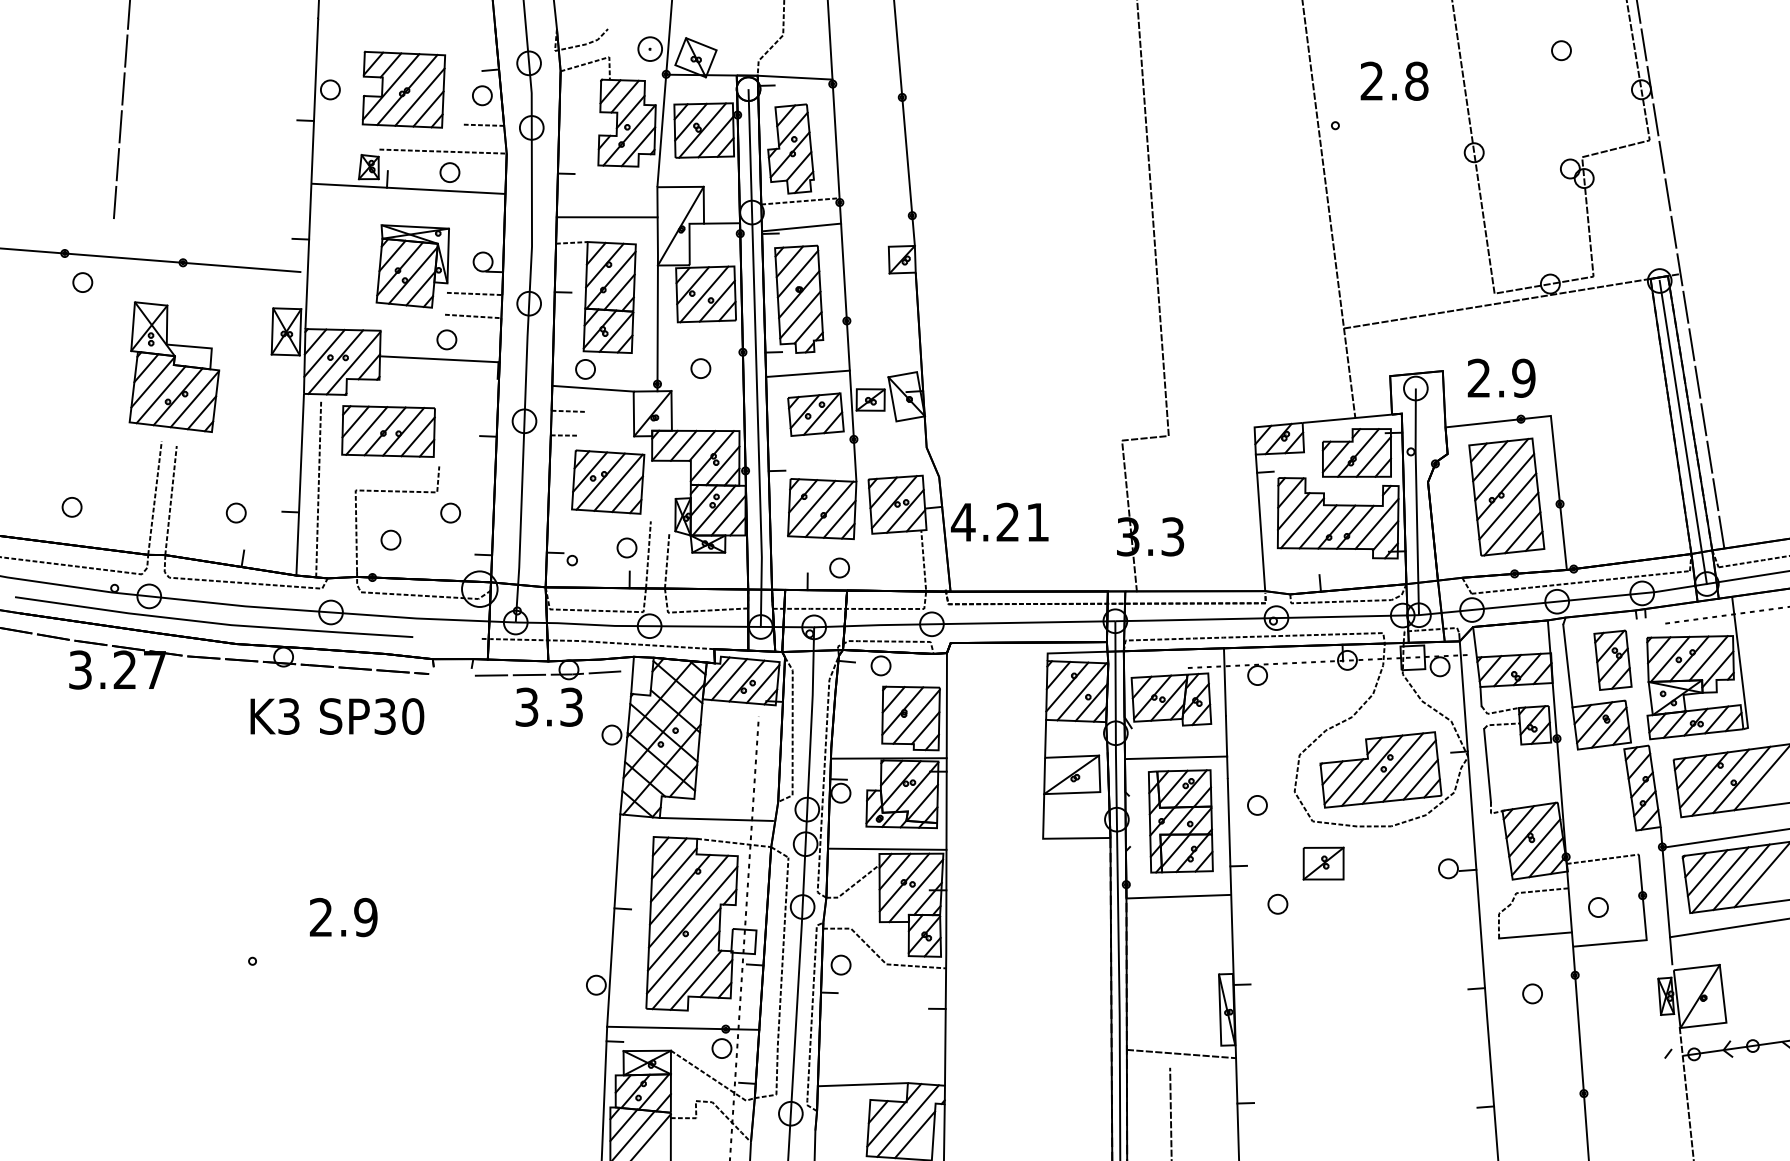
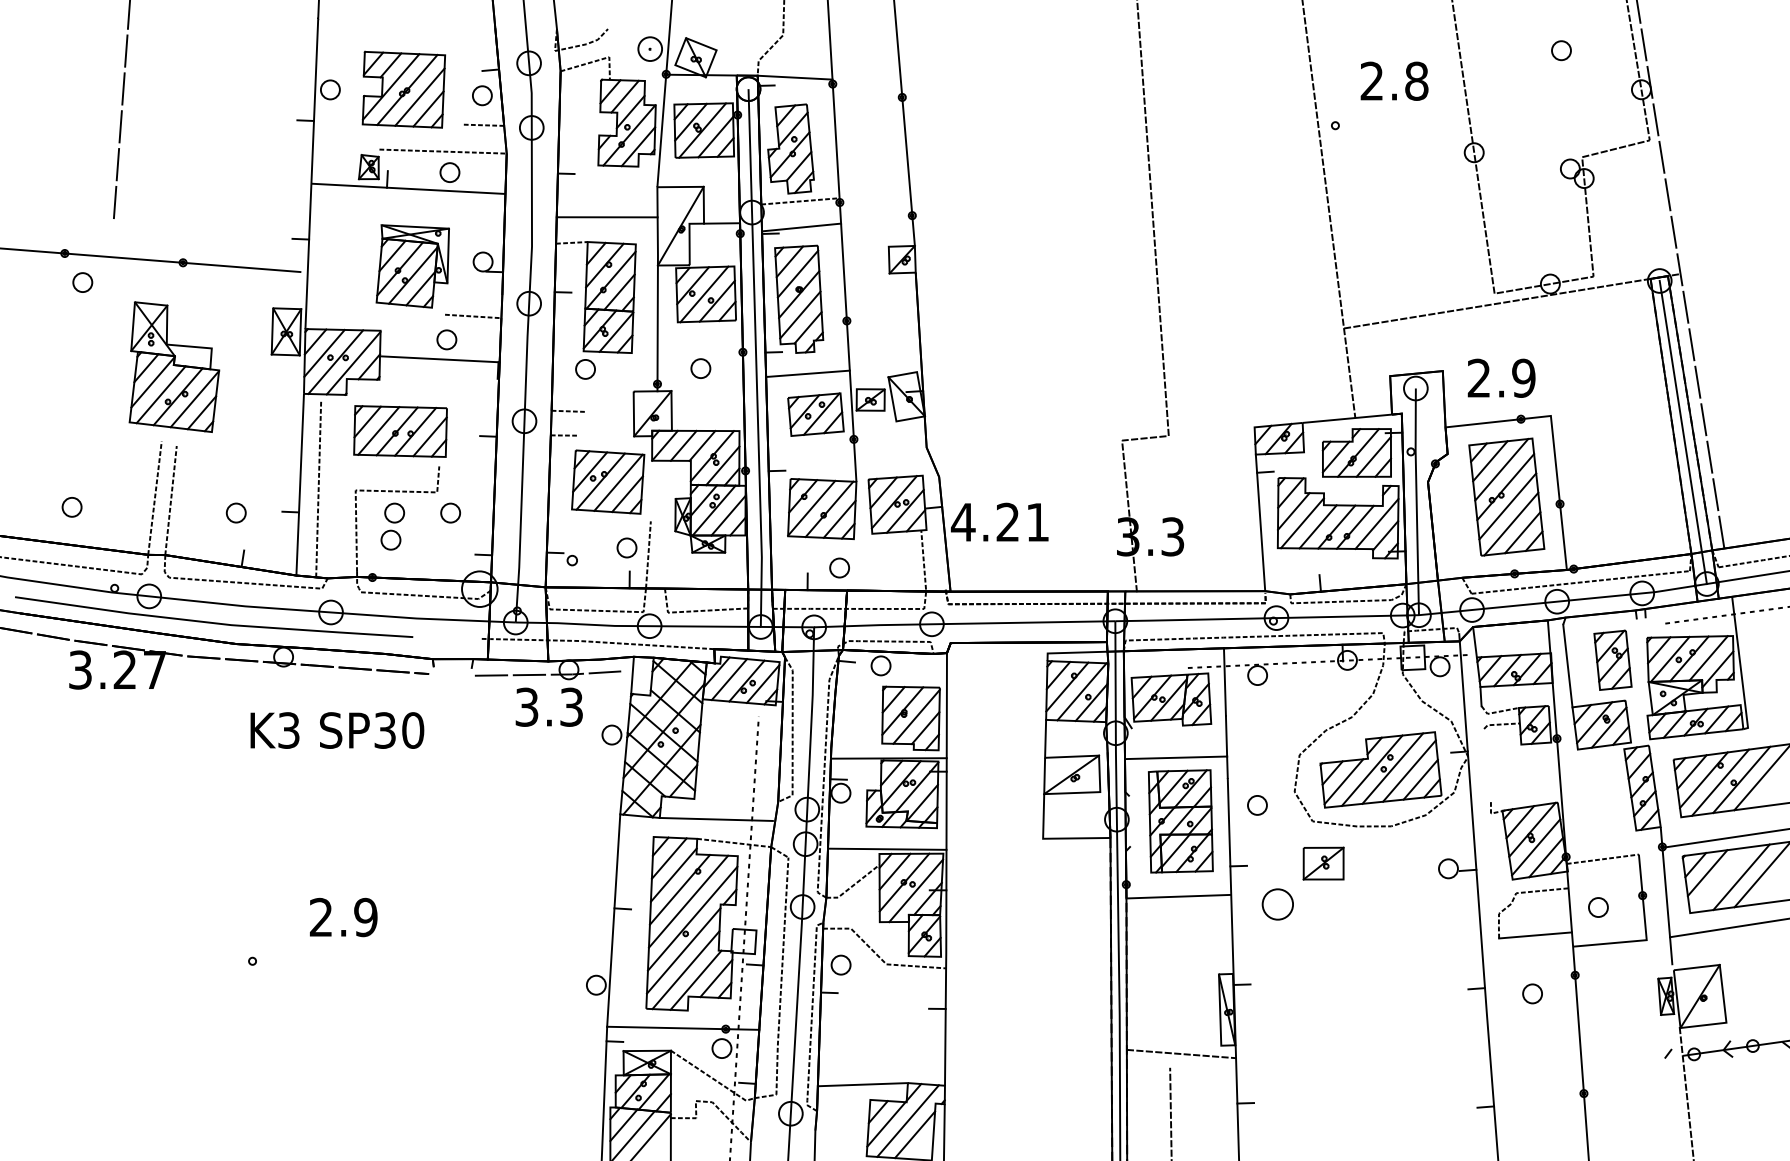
line at (474, 293): present -> none
line at (592, 388): present -> none
part at (388, 431) position: (388, 431) -> (400, 431)
part at (394, 512): none -> present
line at (666, 560): present -> none
text at (337, 716) position: (337, 716) -> (337, 730)
line at (1487, 765): present -> none
line at (1720, 879): present -> none
part at (1277, 903) size: 22x22 px -> 33x33 px
